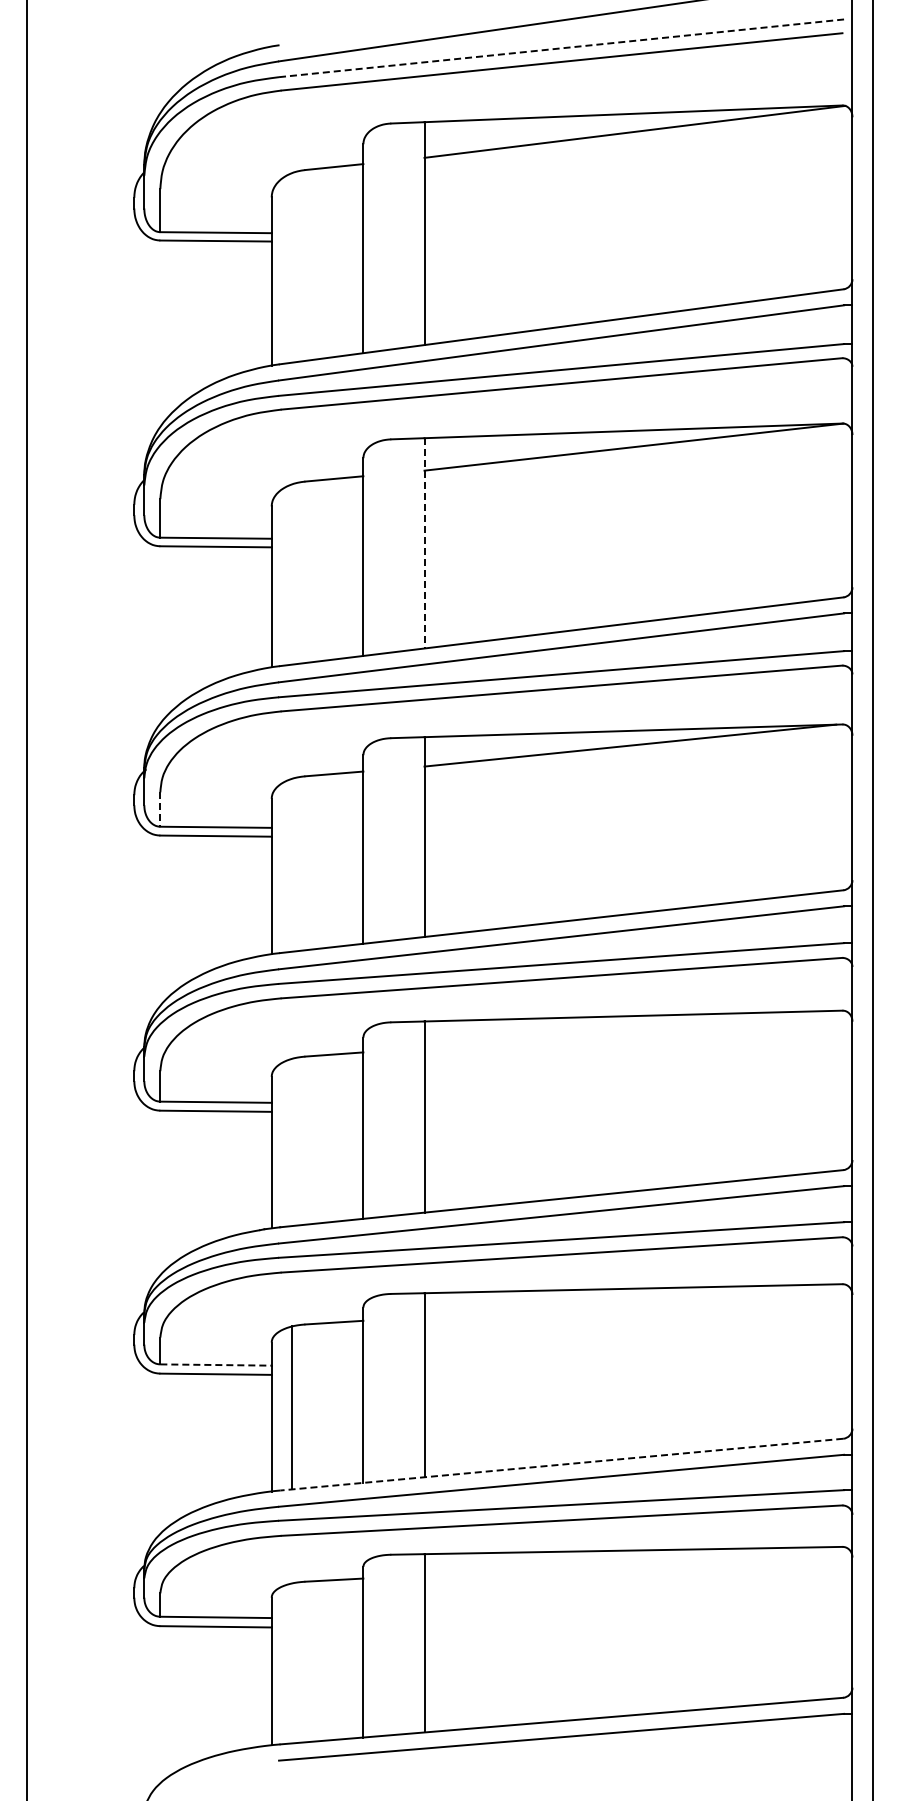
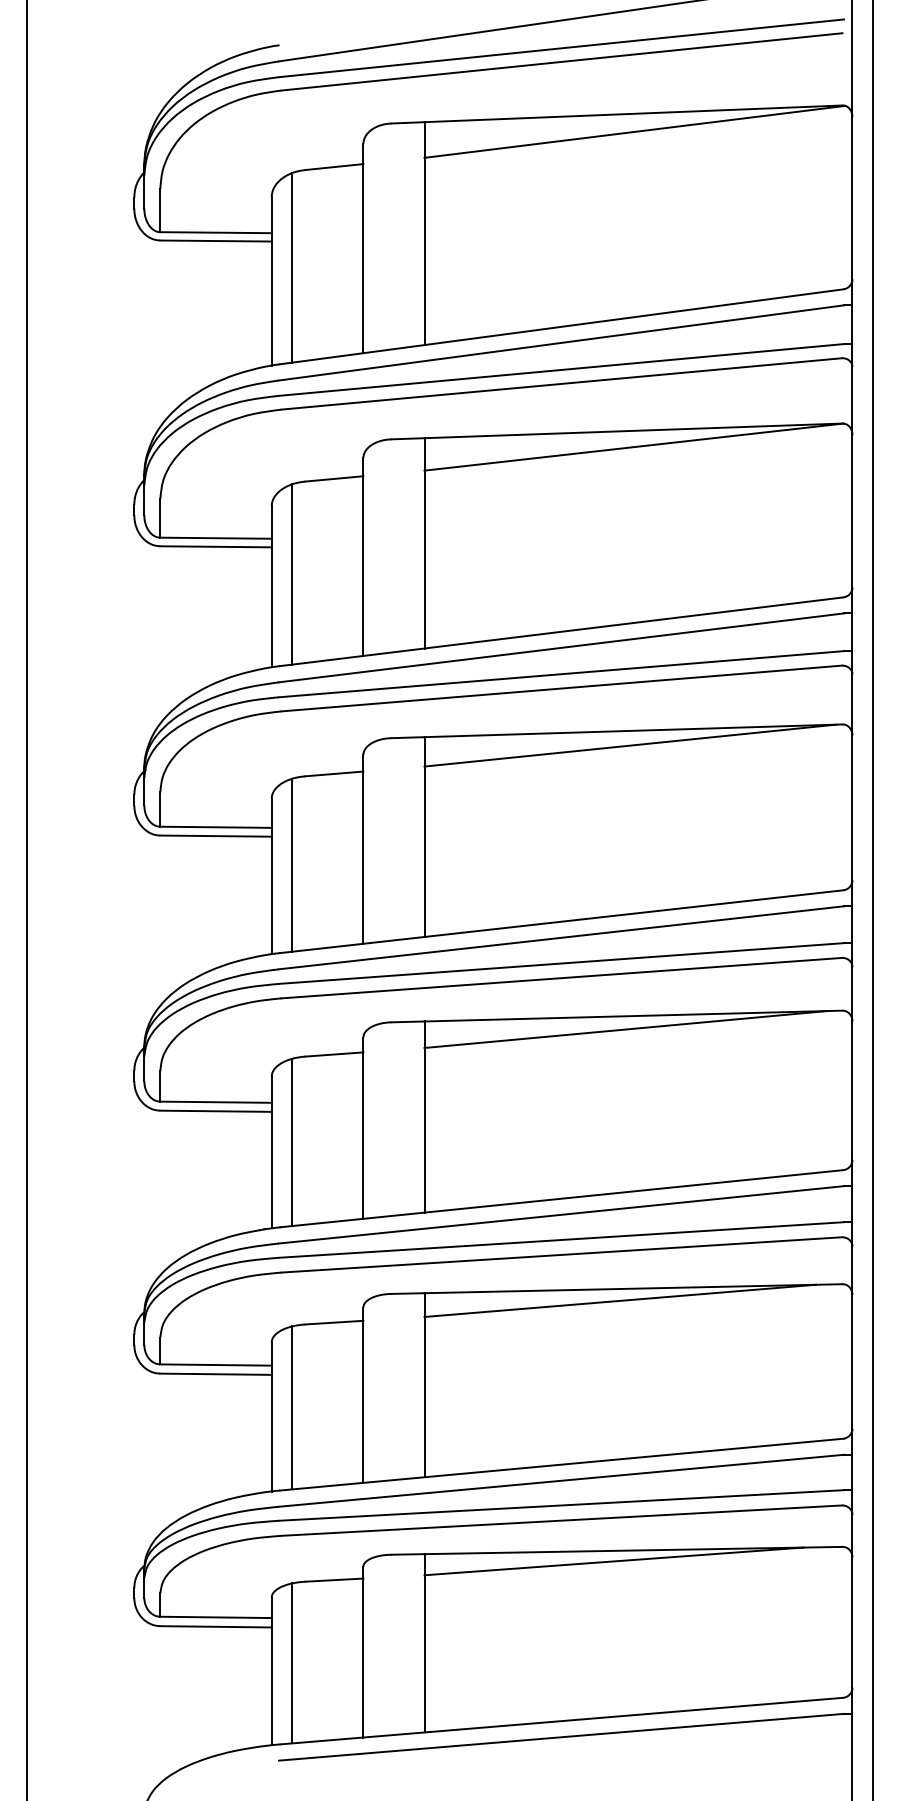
line at (561, 48): dashed -> solid
line at (292, 267): none -> present
line at (424, 543): dashed -> solid
line at (292, 574): none -> present
line at (160, 810): dashed -> solid
line at (292, 864): none -> present
line at (625, 1029): none -> present
line at (292, 1142): none -> present
line at (619, 1300): none -> present
line at (216, 1365): dashed -> solid
line at (561, 1464): dashed -> solid
line at (613, 1561): none -> present
line at (292, 1663): none -> present
